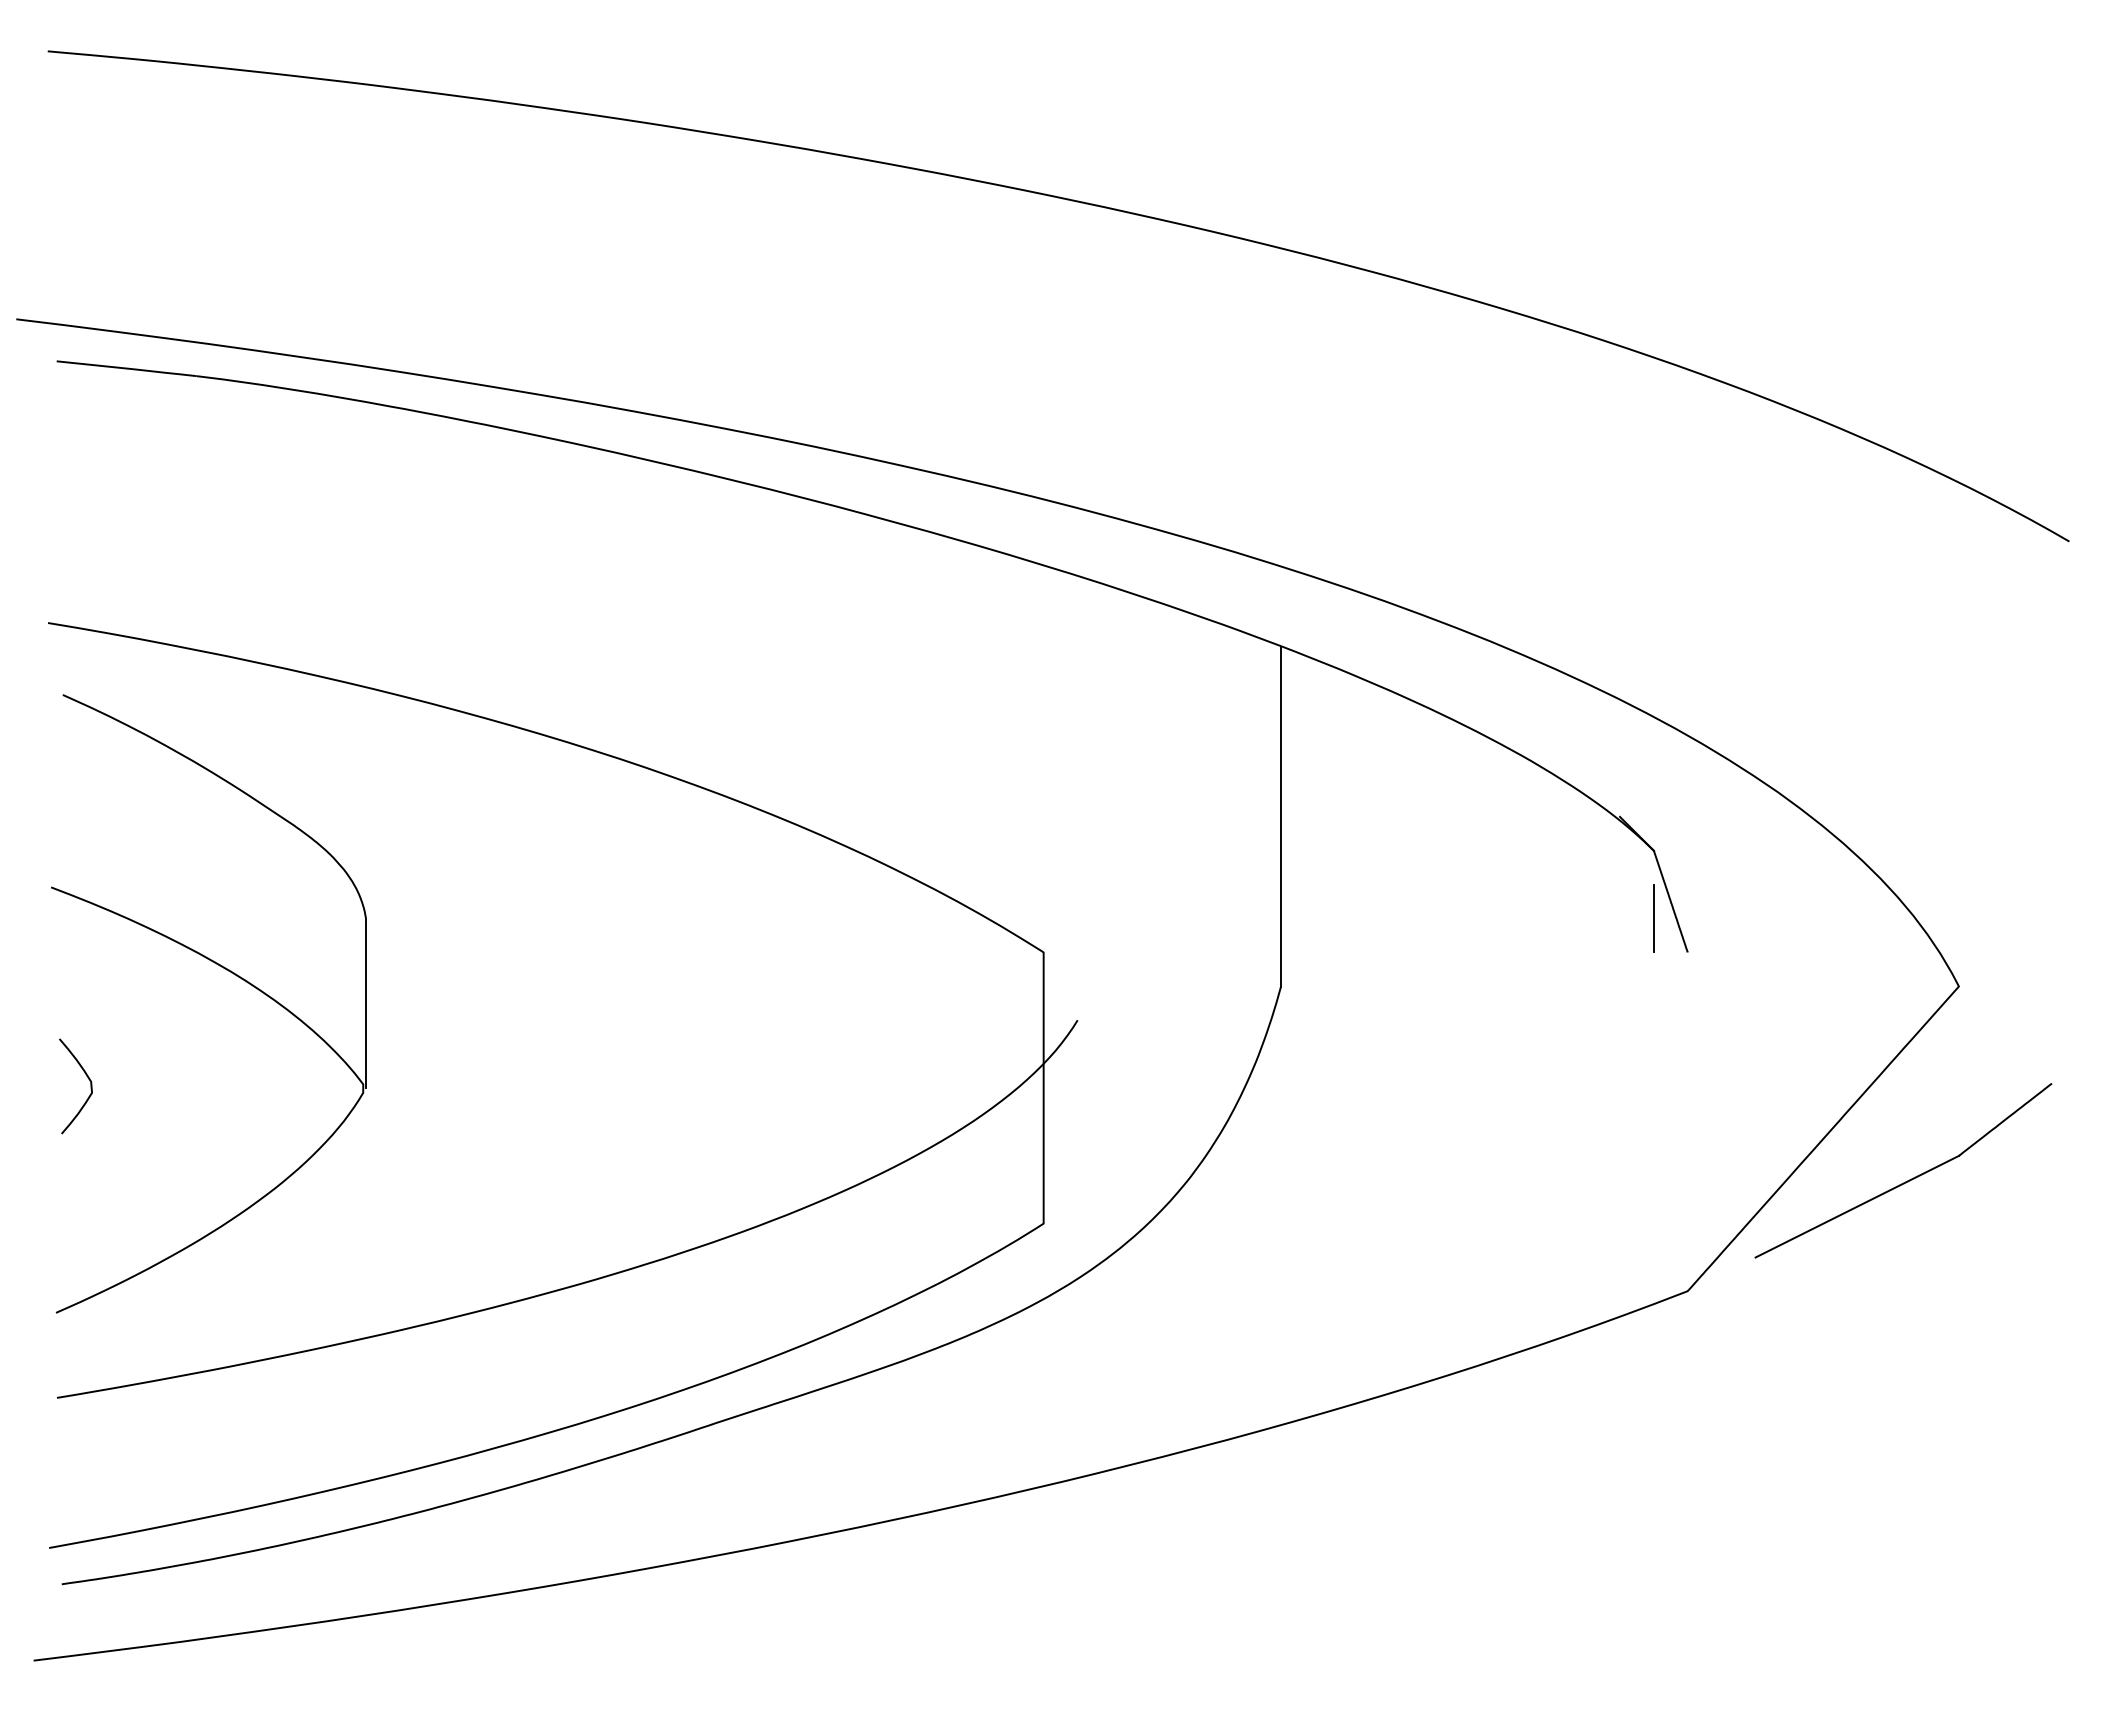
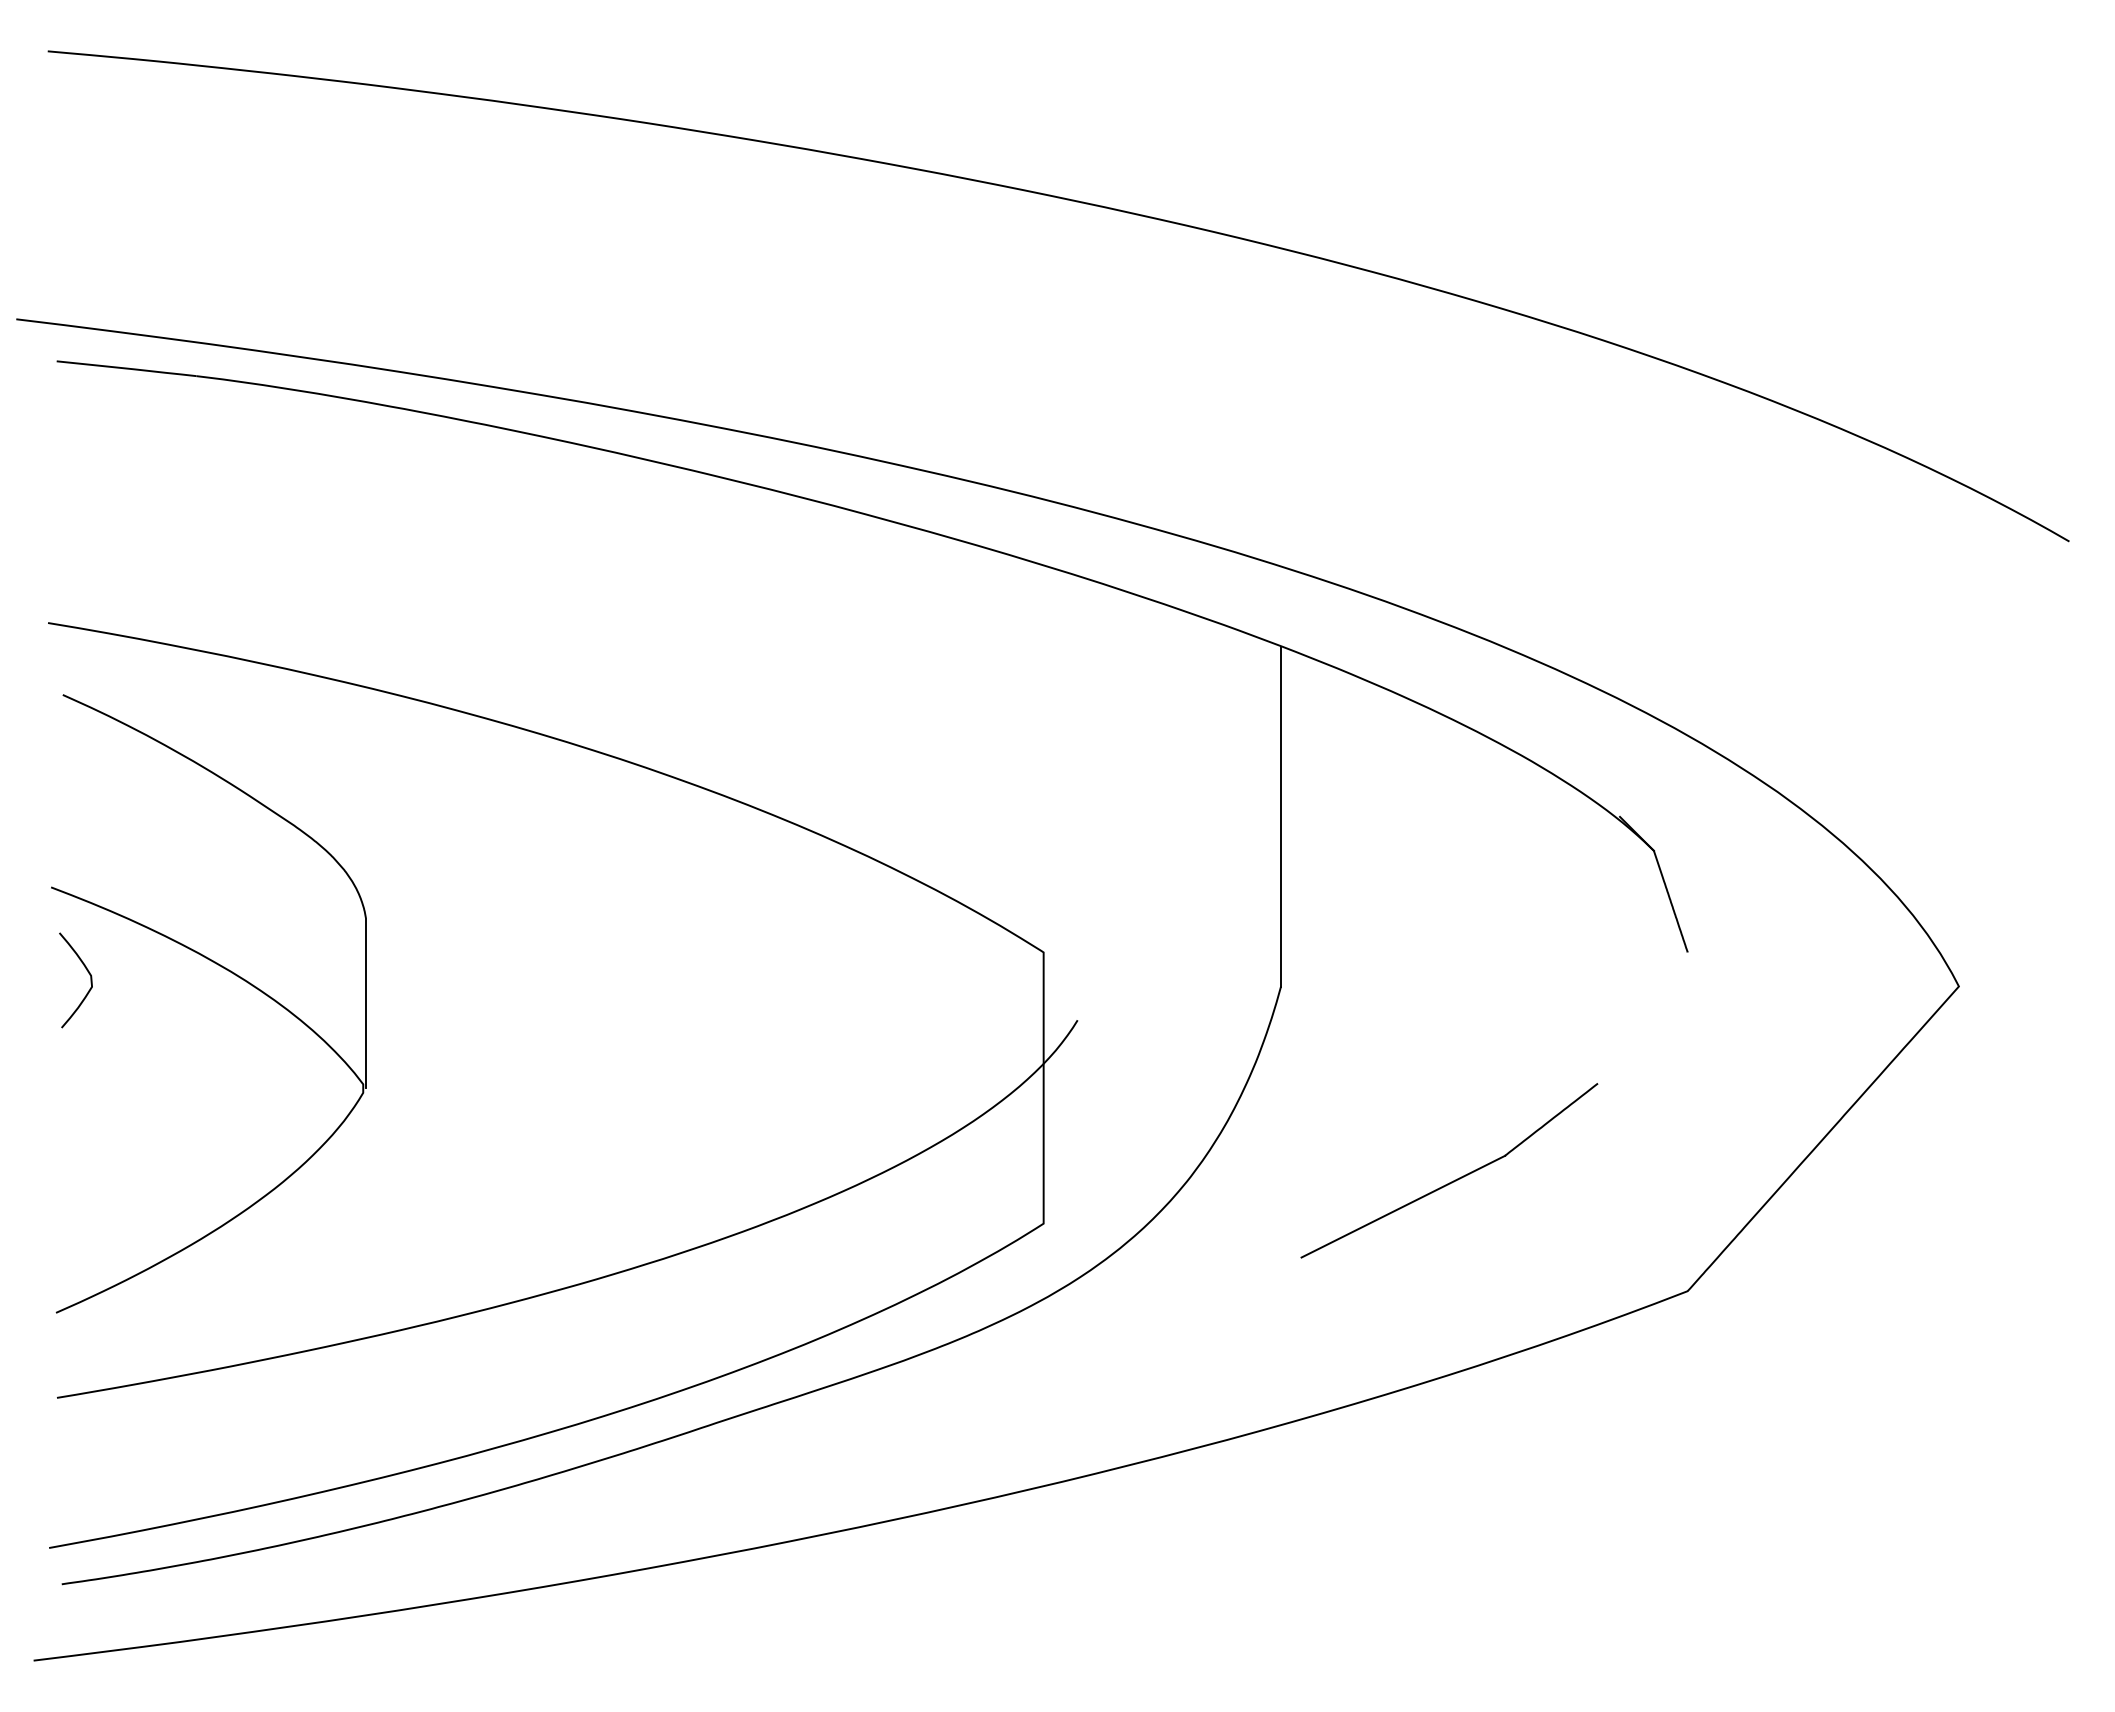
line at (1654, 918): present -> none
curve at (88, 1079) position: (88, 1079) -> (88, 973)
part at (1907, 1180) position: (1907, 1180) -> (1453, 1180)
